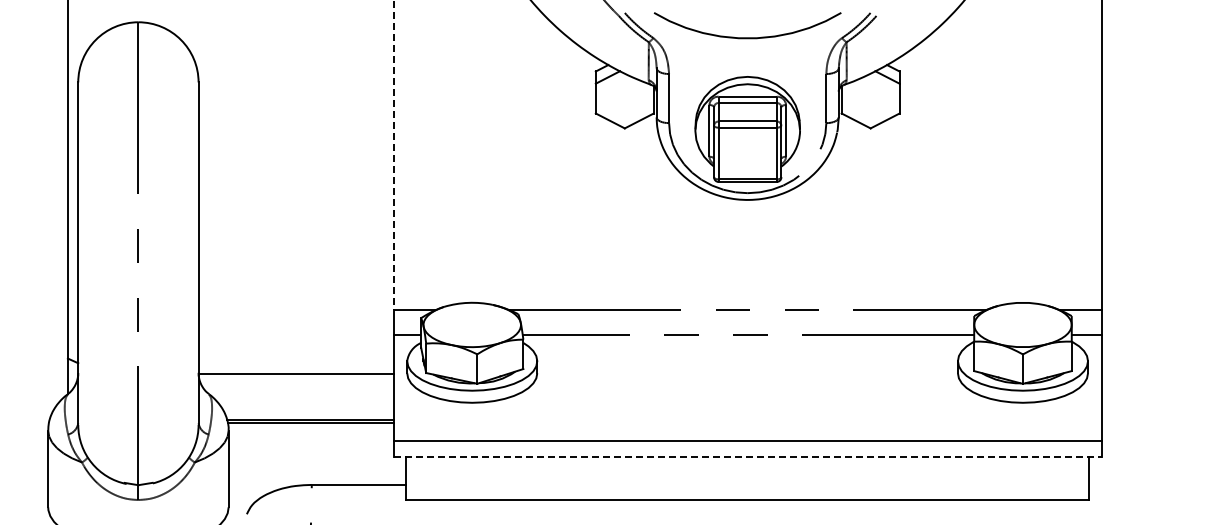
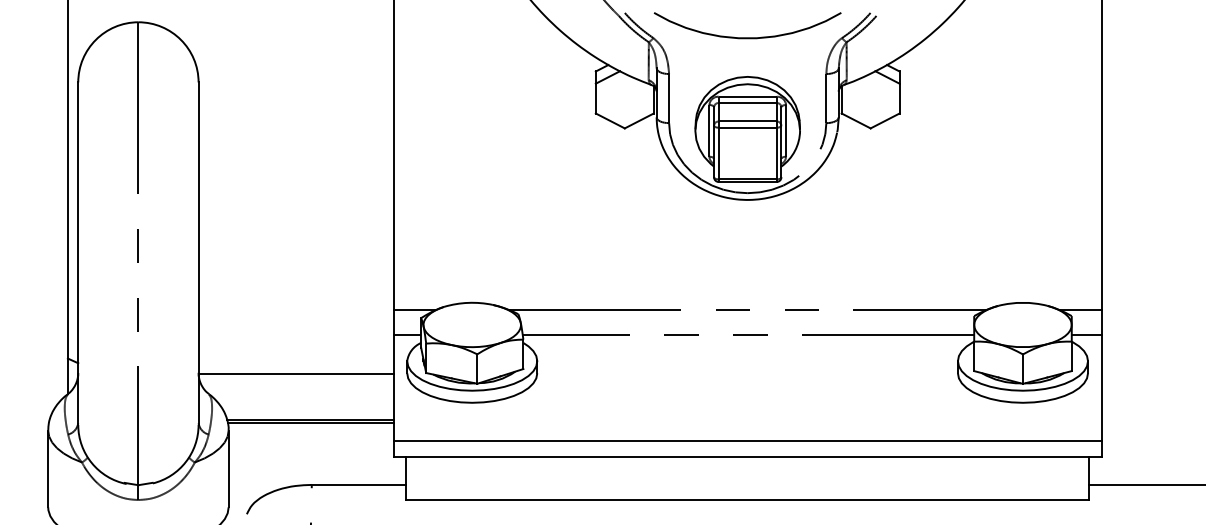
line at (393, 155): dashed -> solid
line at (747, 457): dashed -> solid
line at (1145, 484): none -> present
